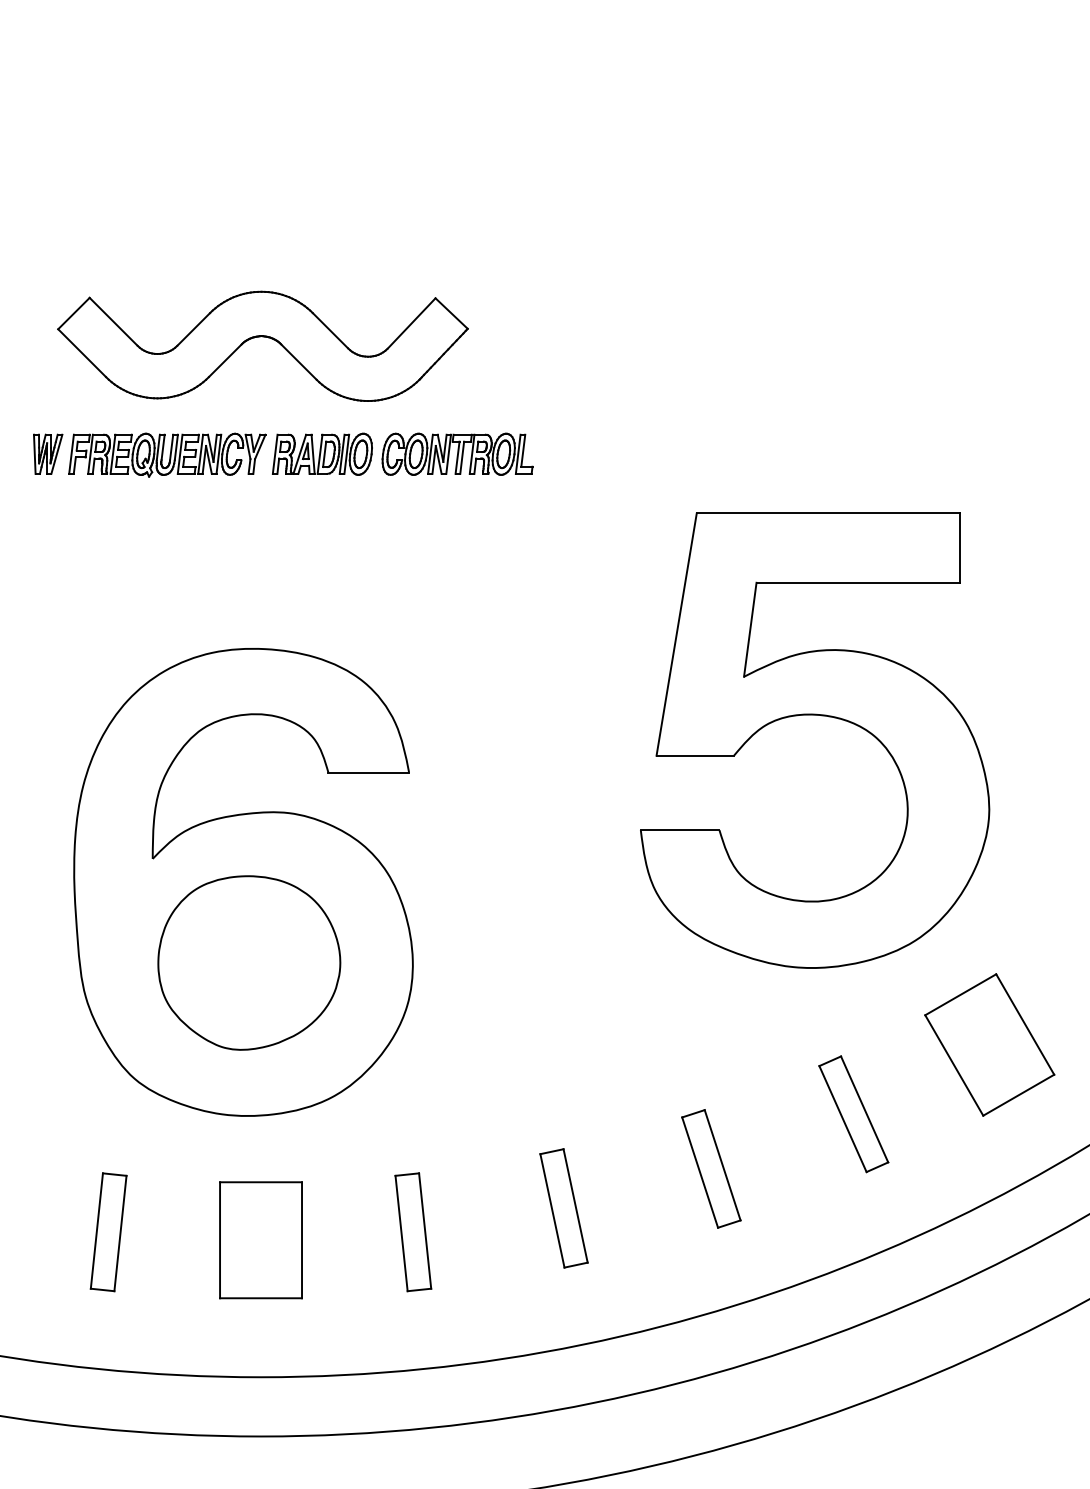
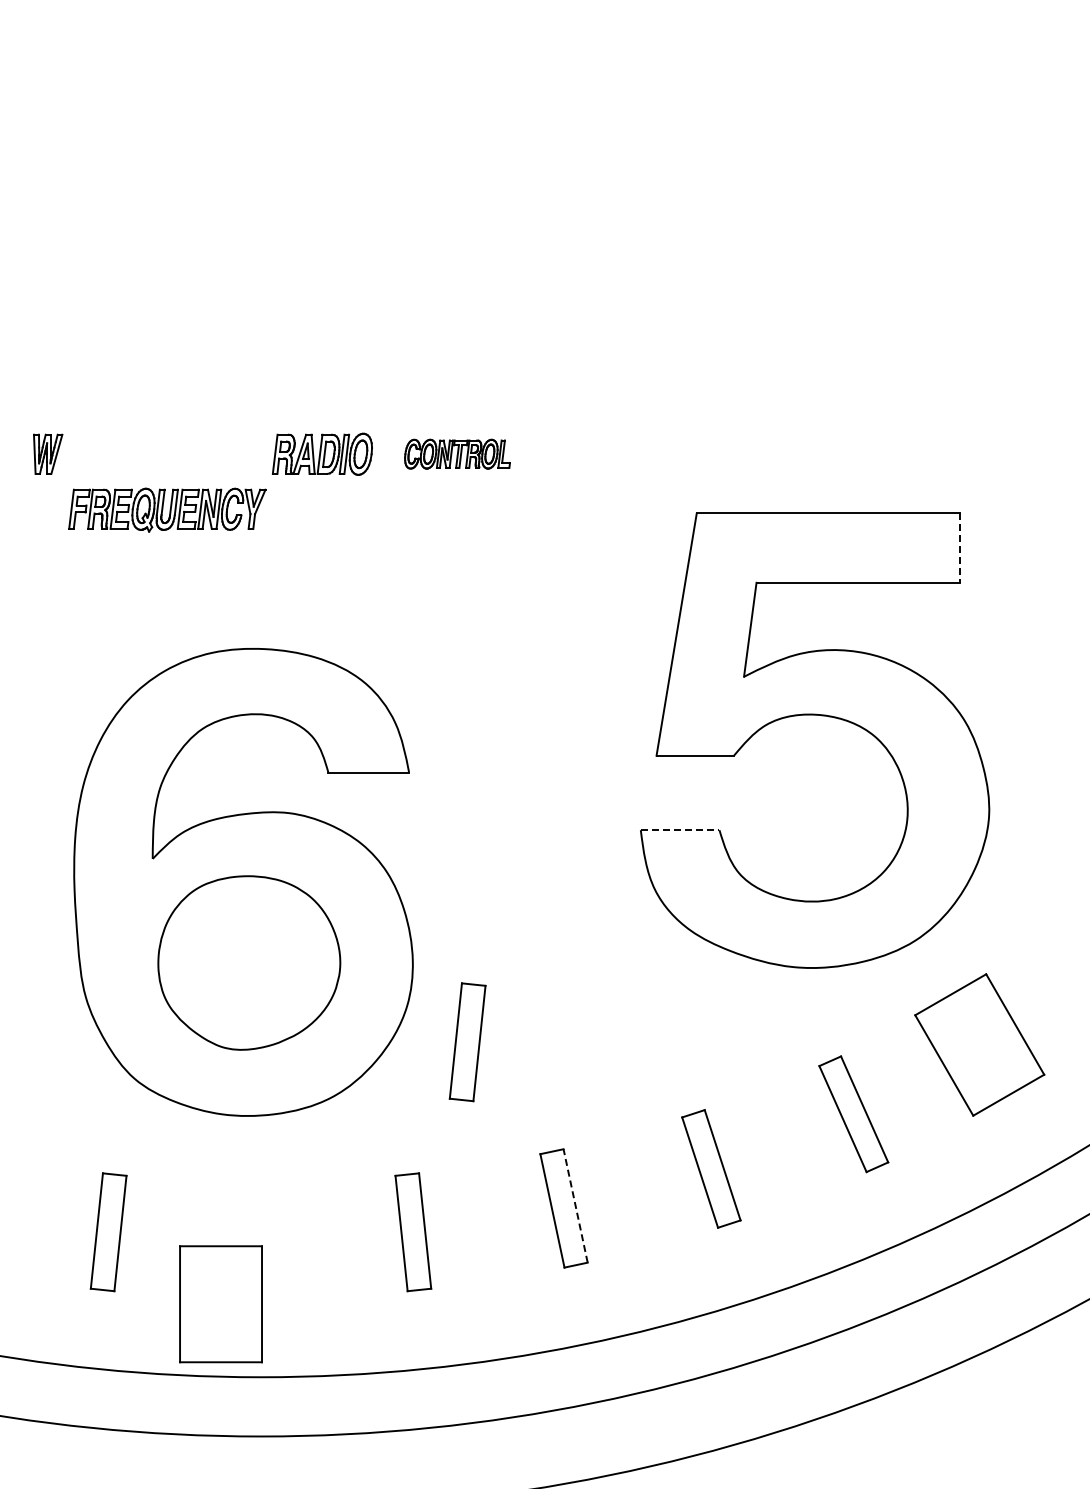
part at (262, 337): present -> none
part at (457, 453) size: 153x44 px -> 107x32 px
part at (167, 454) position: (167, 454) -> (167, 509)
line at (959, 548): solid -> dashed
line at (680, 830): solid -> dashed
part at (467, 1042): none -> present
part at (989, 1044) position: (989, 1044) -> (979, 1044)
line at (575, 1205): solid -> dashed
part at (260, 1240) position: (260, 1240) -> (220, 1304)
